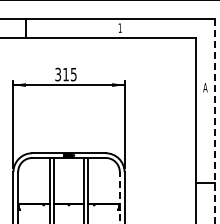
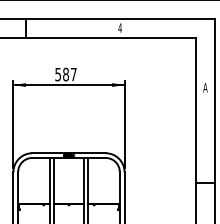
text at (119, 27): 1 -> 4
text at (65, 74): 315 -> 587
line at (214, 121): dashed -> solid
line at (119, 197): dashed -> solid
